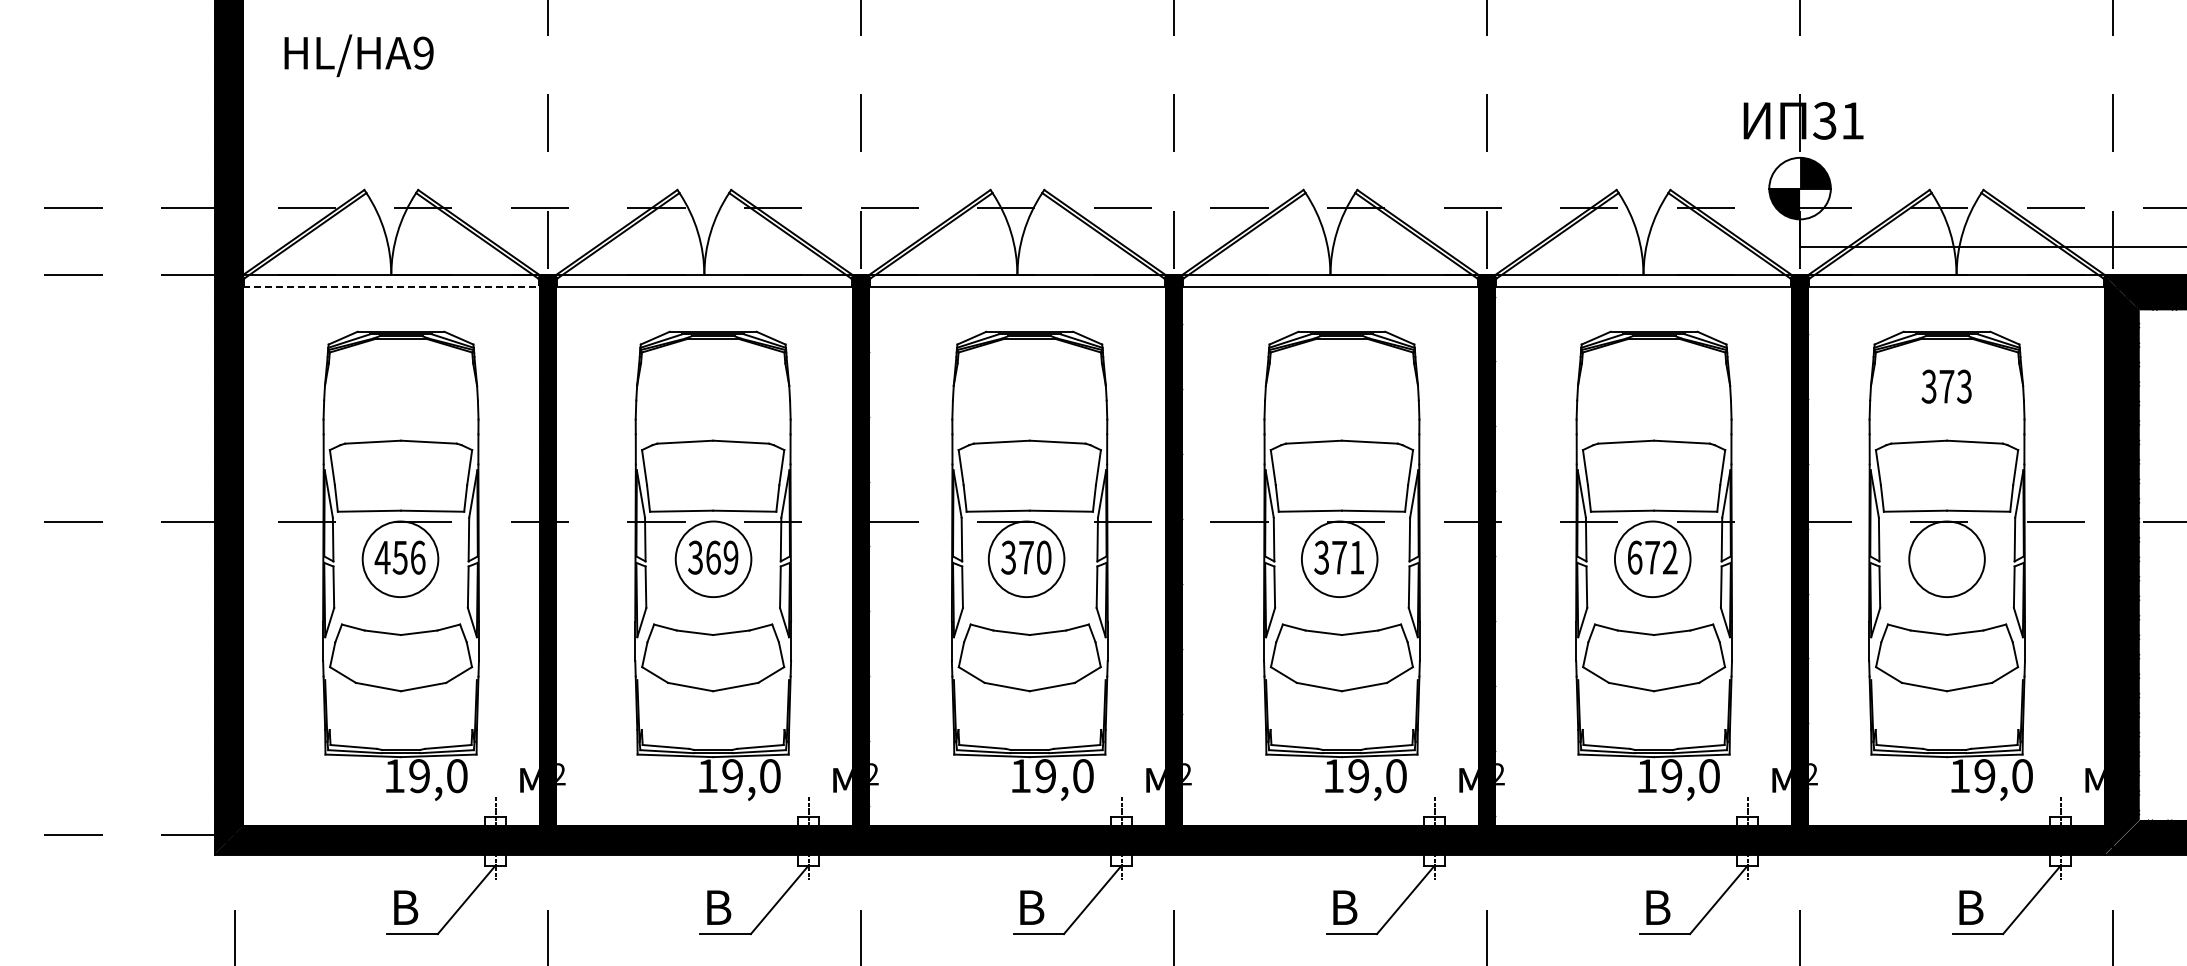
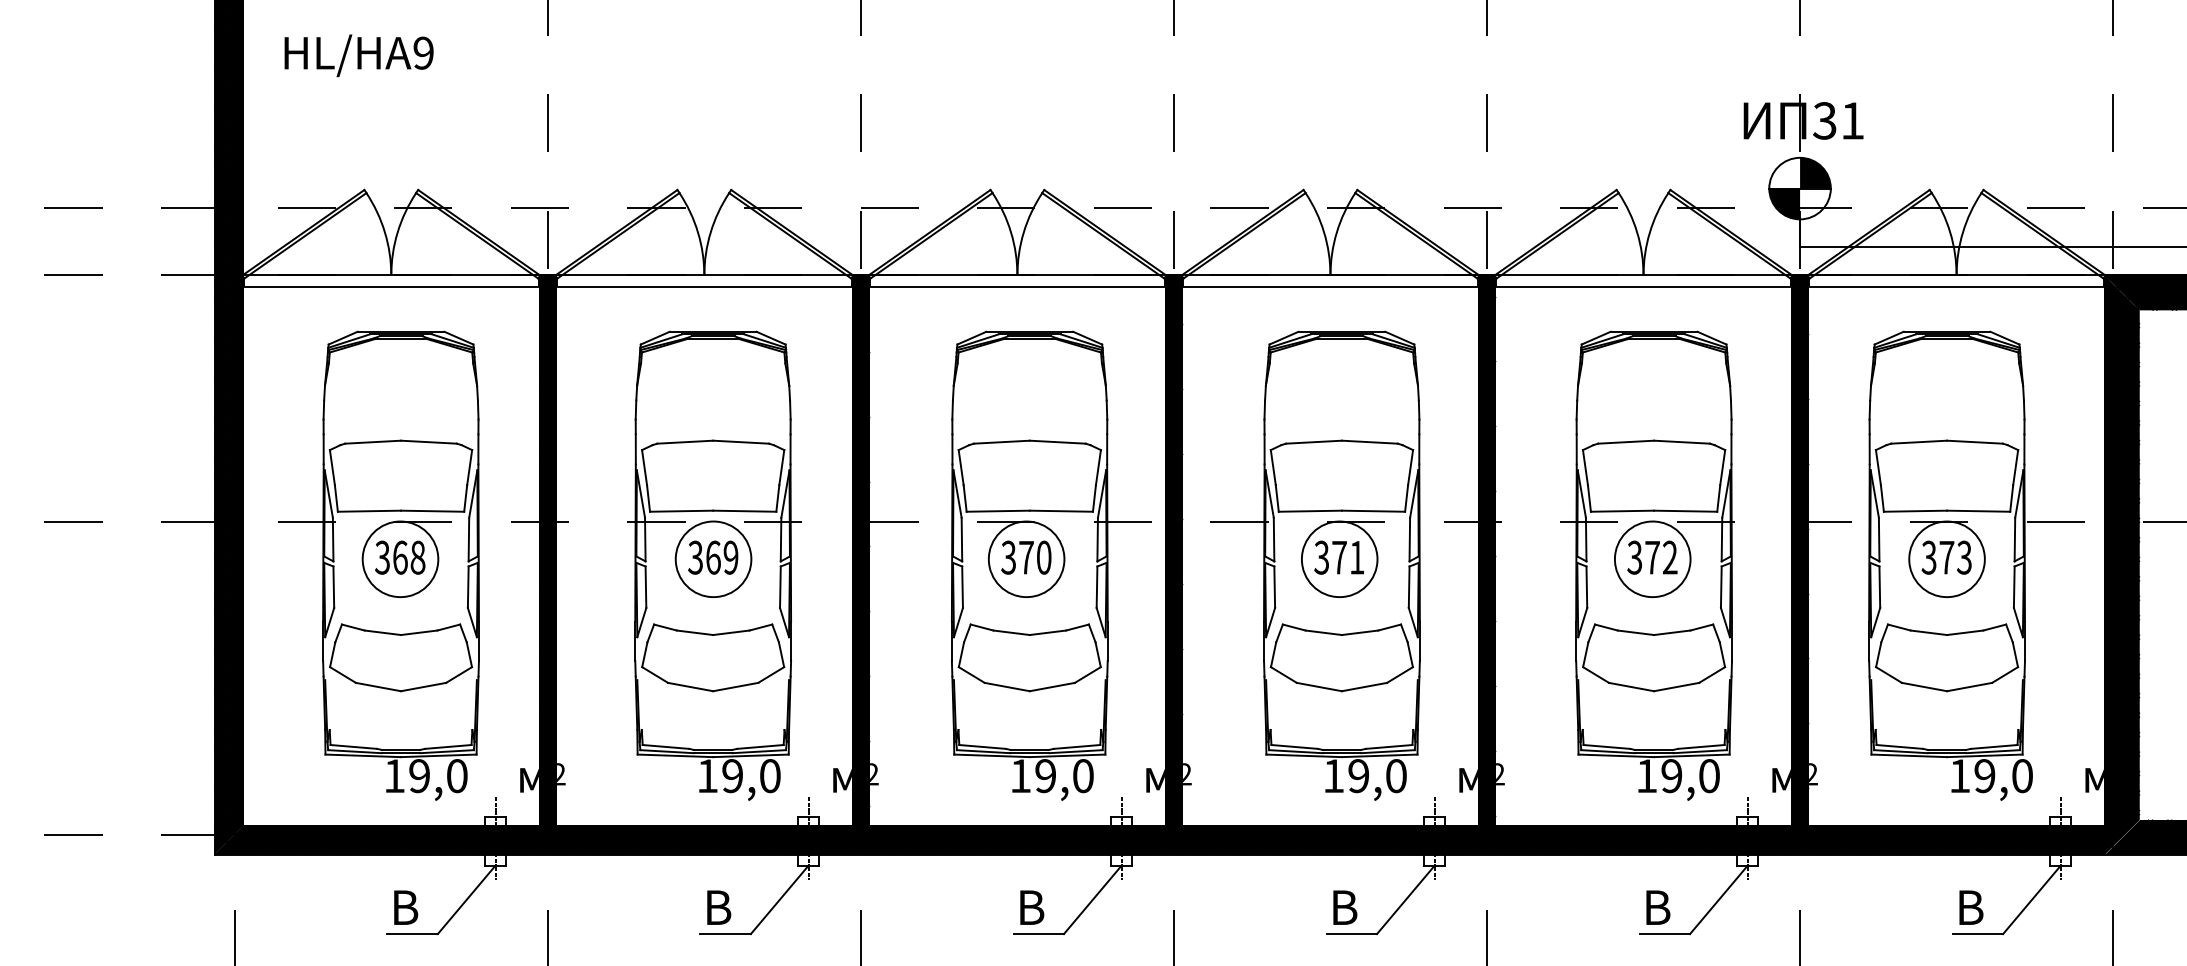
line at (391, 286): dashed -> solid
text at (1946, 386) position: (1946, 386) -> (1946, 557)
text at (399, 557): 456 -> 368
text at (1634, 557): 672 -> 372
